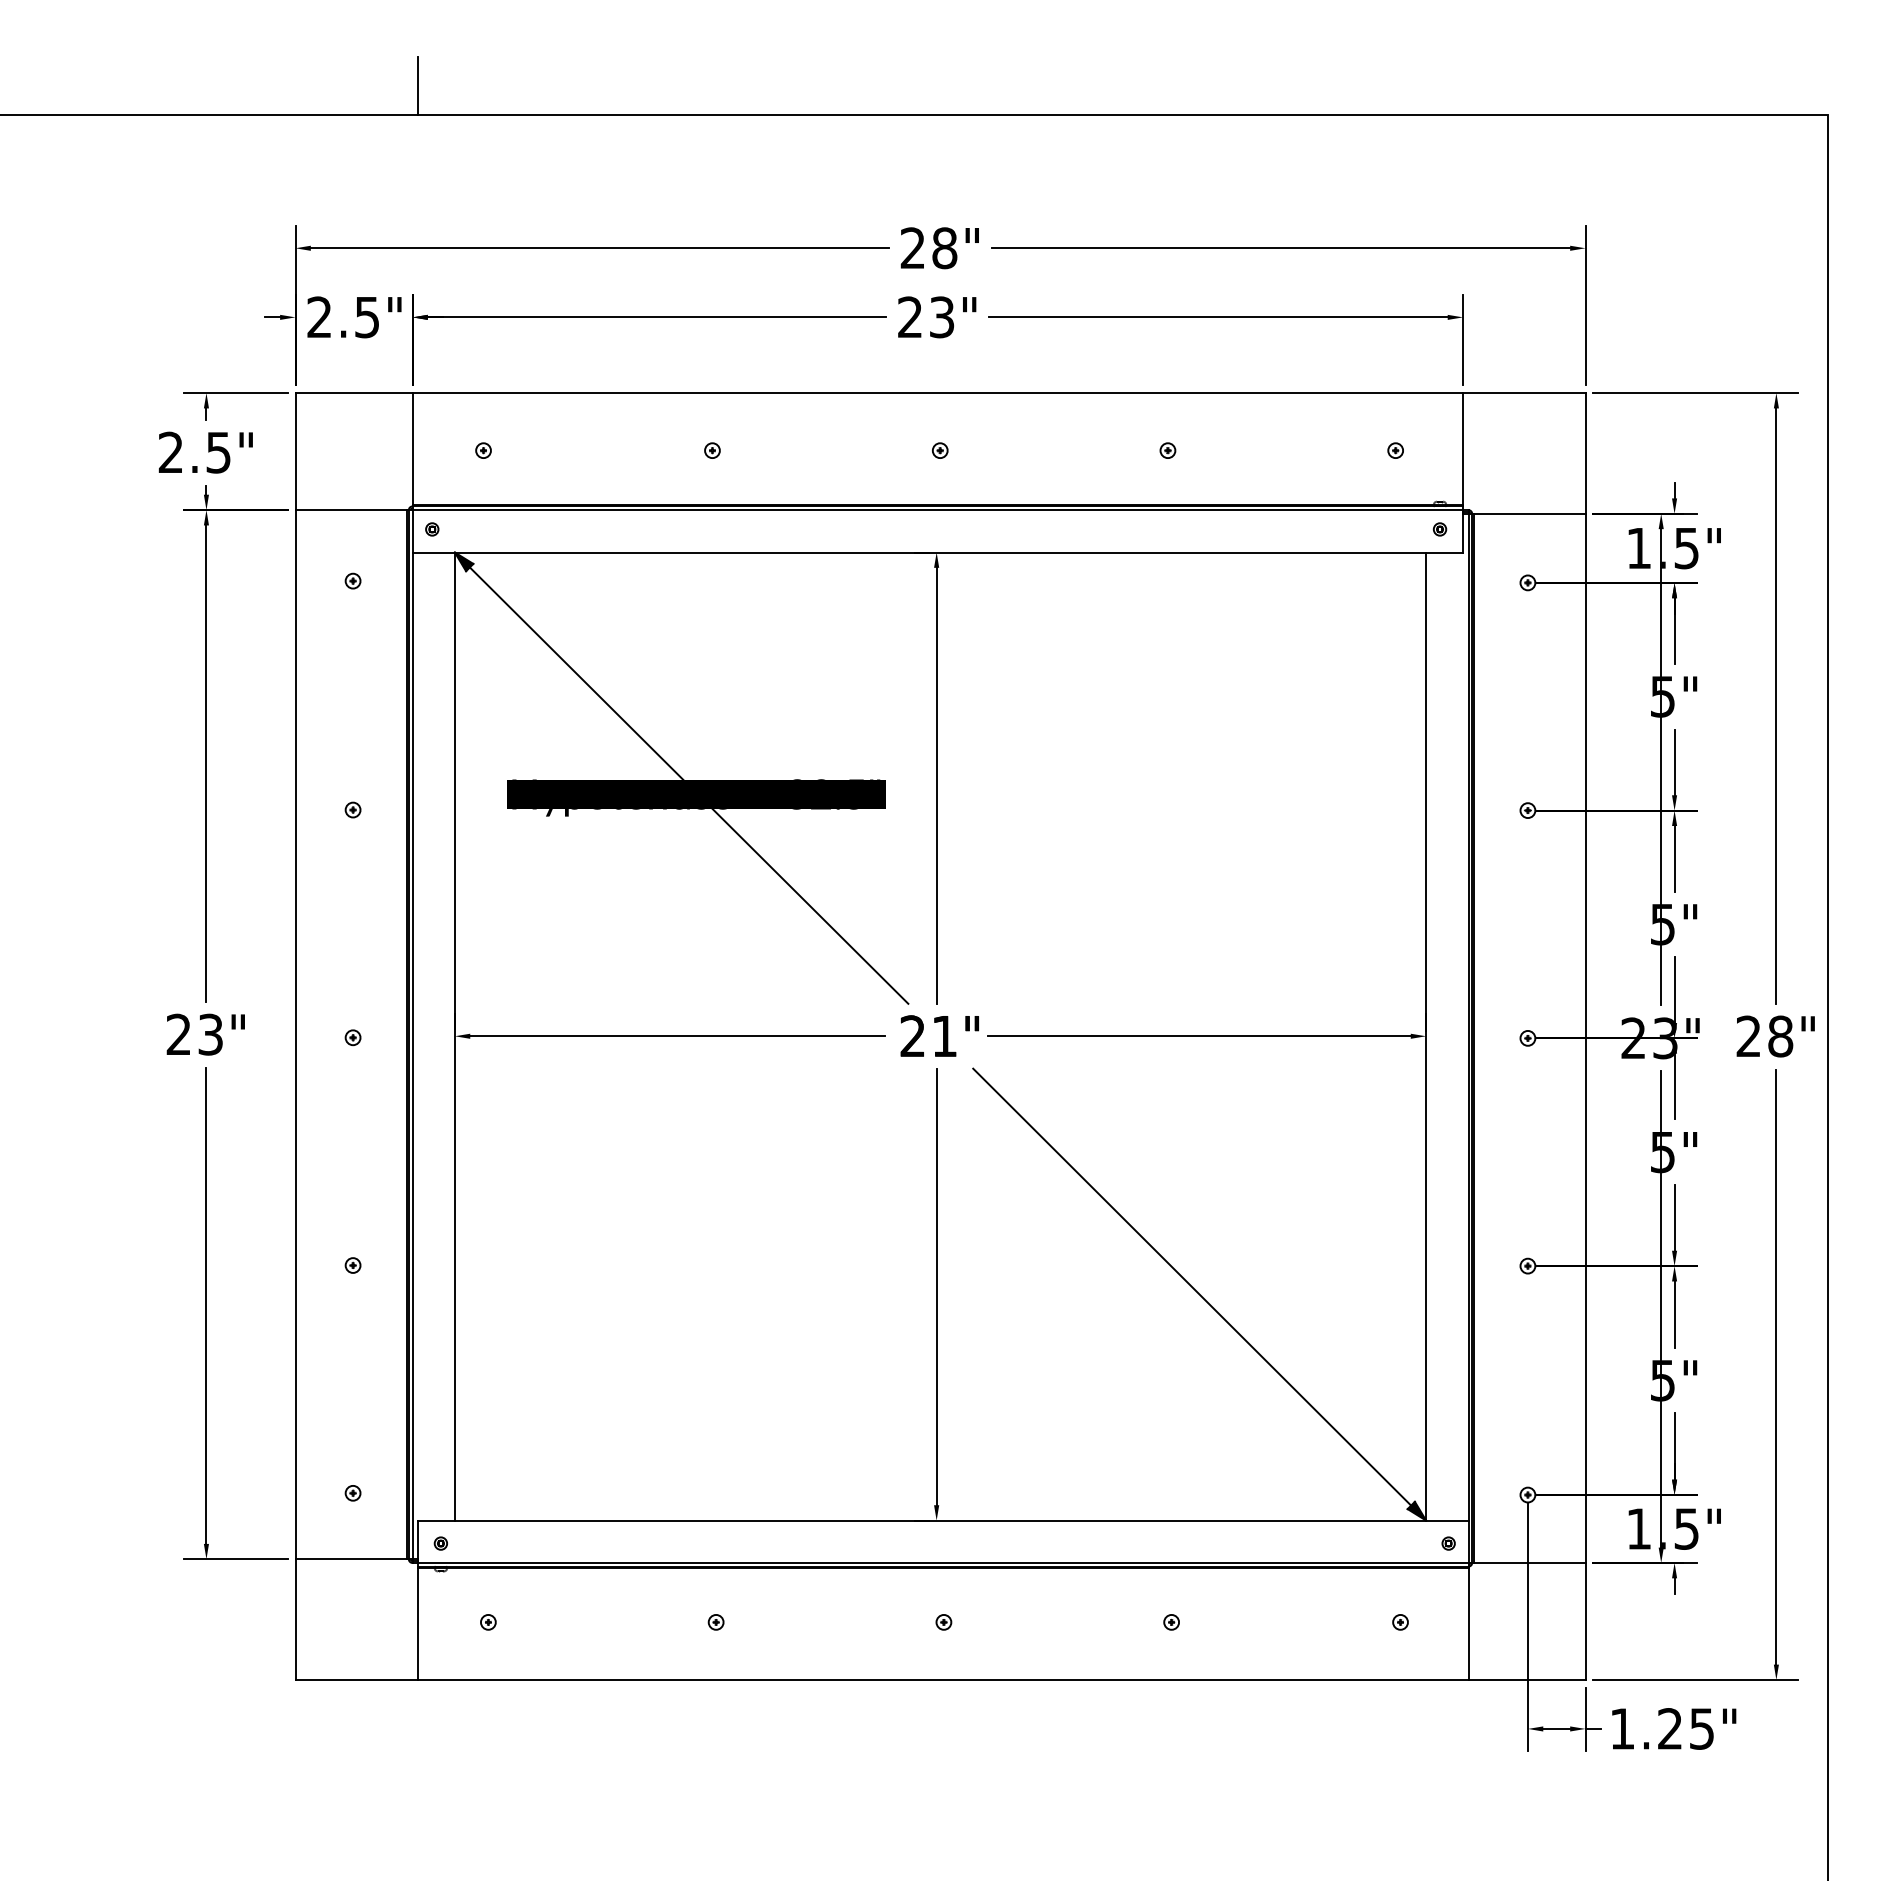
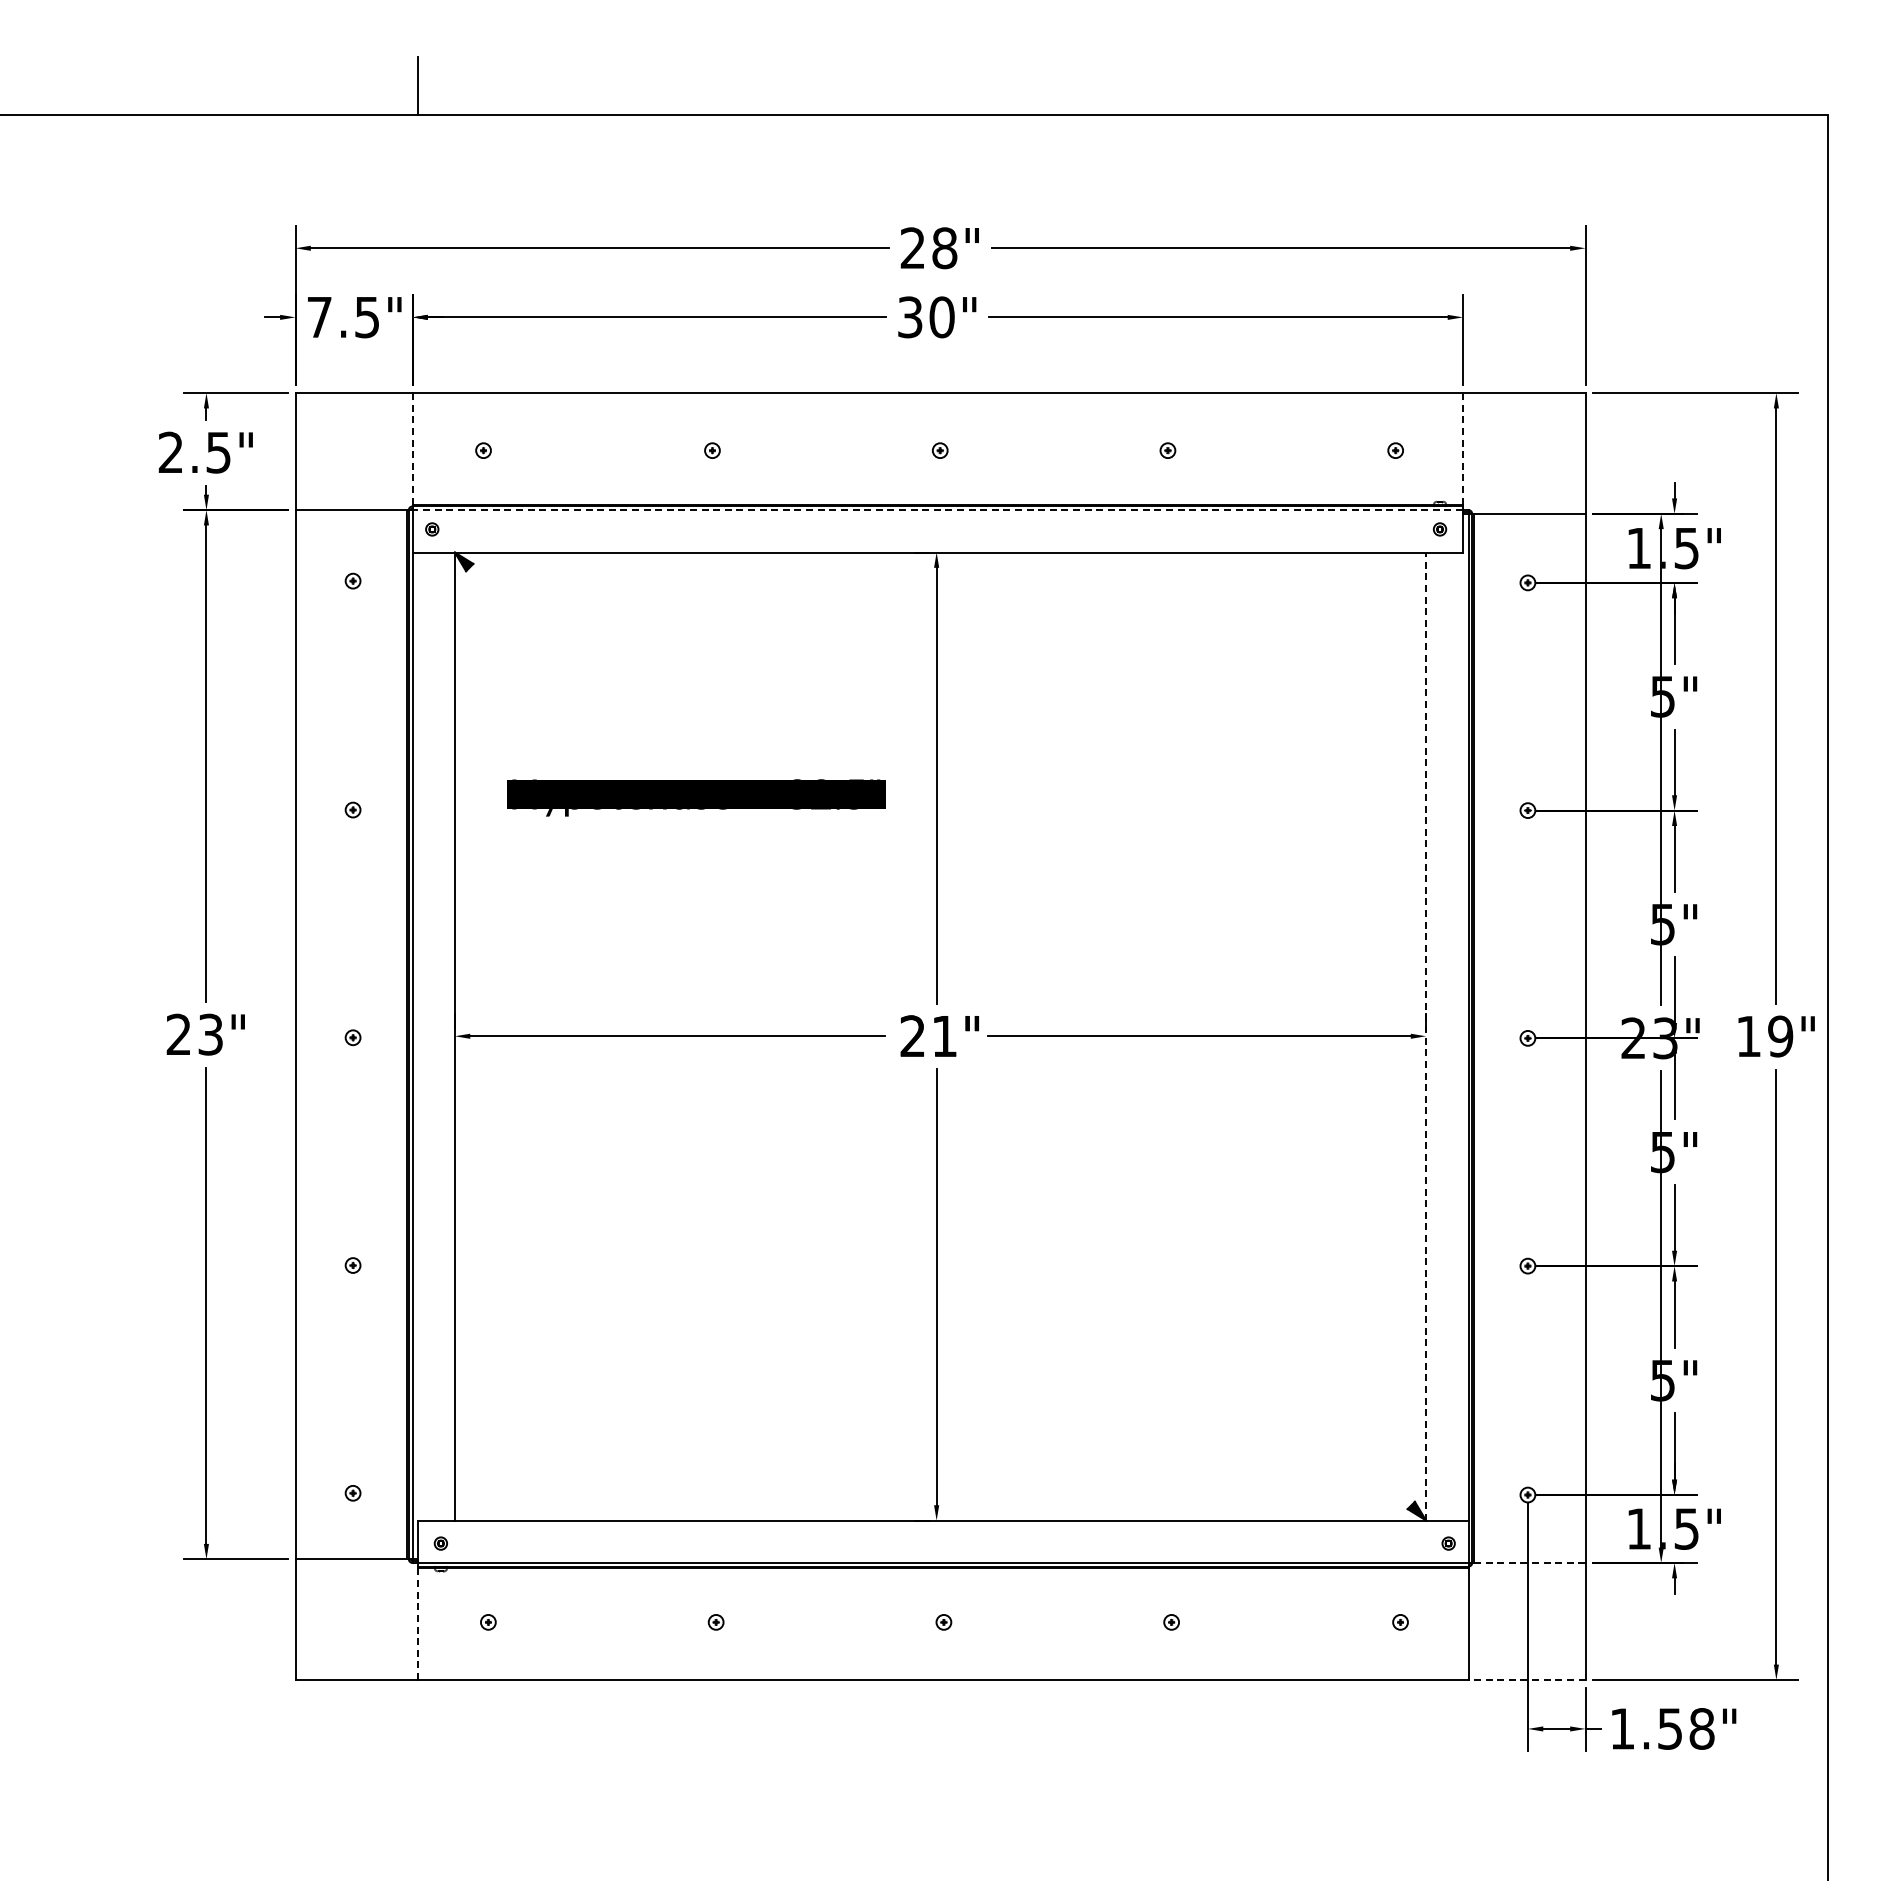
text at (319, 316): 2.5" -> 7.5"
text at (926, 317): 23" -> 30"
line at (412, 448): solid -> dashed
line at (1463, 448): solid -> dashed
line at (937, 510): solid -> dashed
line at (688, 785): present -> none
line at (1426, 1036): solid -> dashed
text at (1764, 1036): 28" -> 19"
line at (1192, 1286): present -> none
line at (1529, 1562): solid -> dashed
line at (417, 1624): solid -> dashed
line at (1527, 1679): solid -> dashed
text at (1686, 1728): 1.25" -> 1.58"
